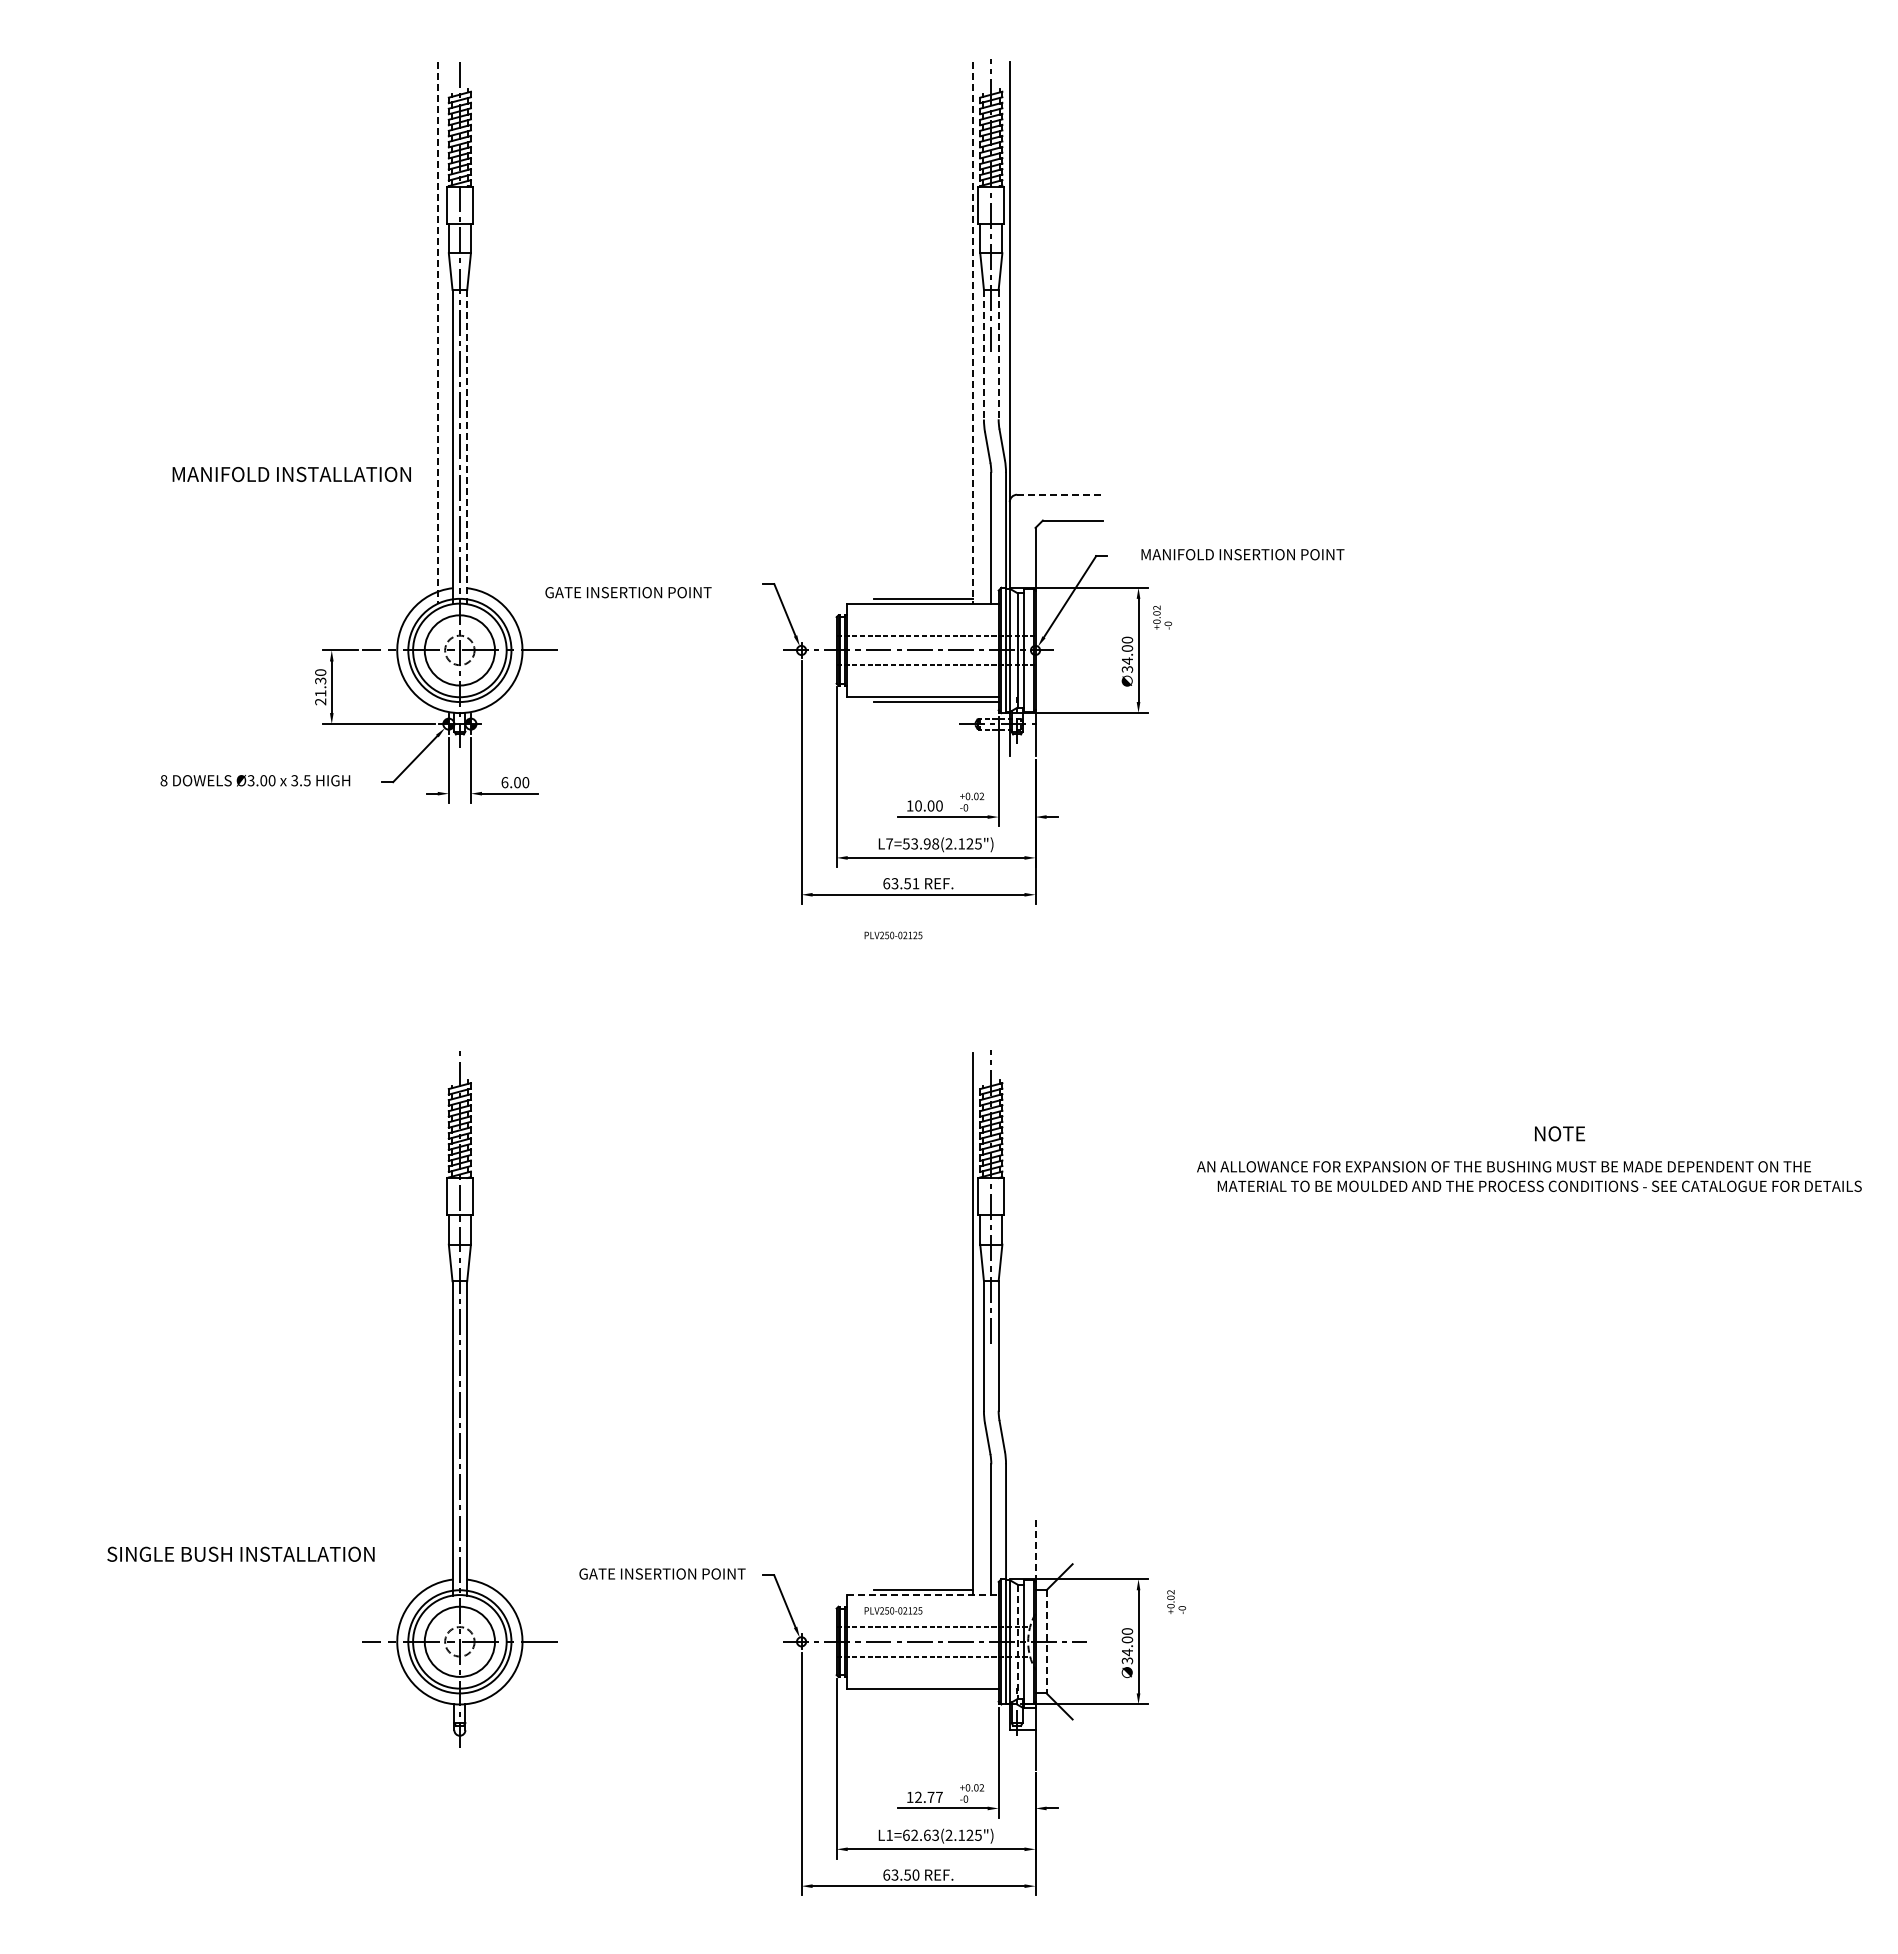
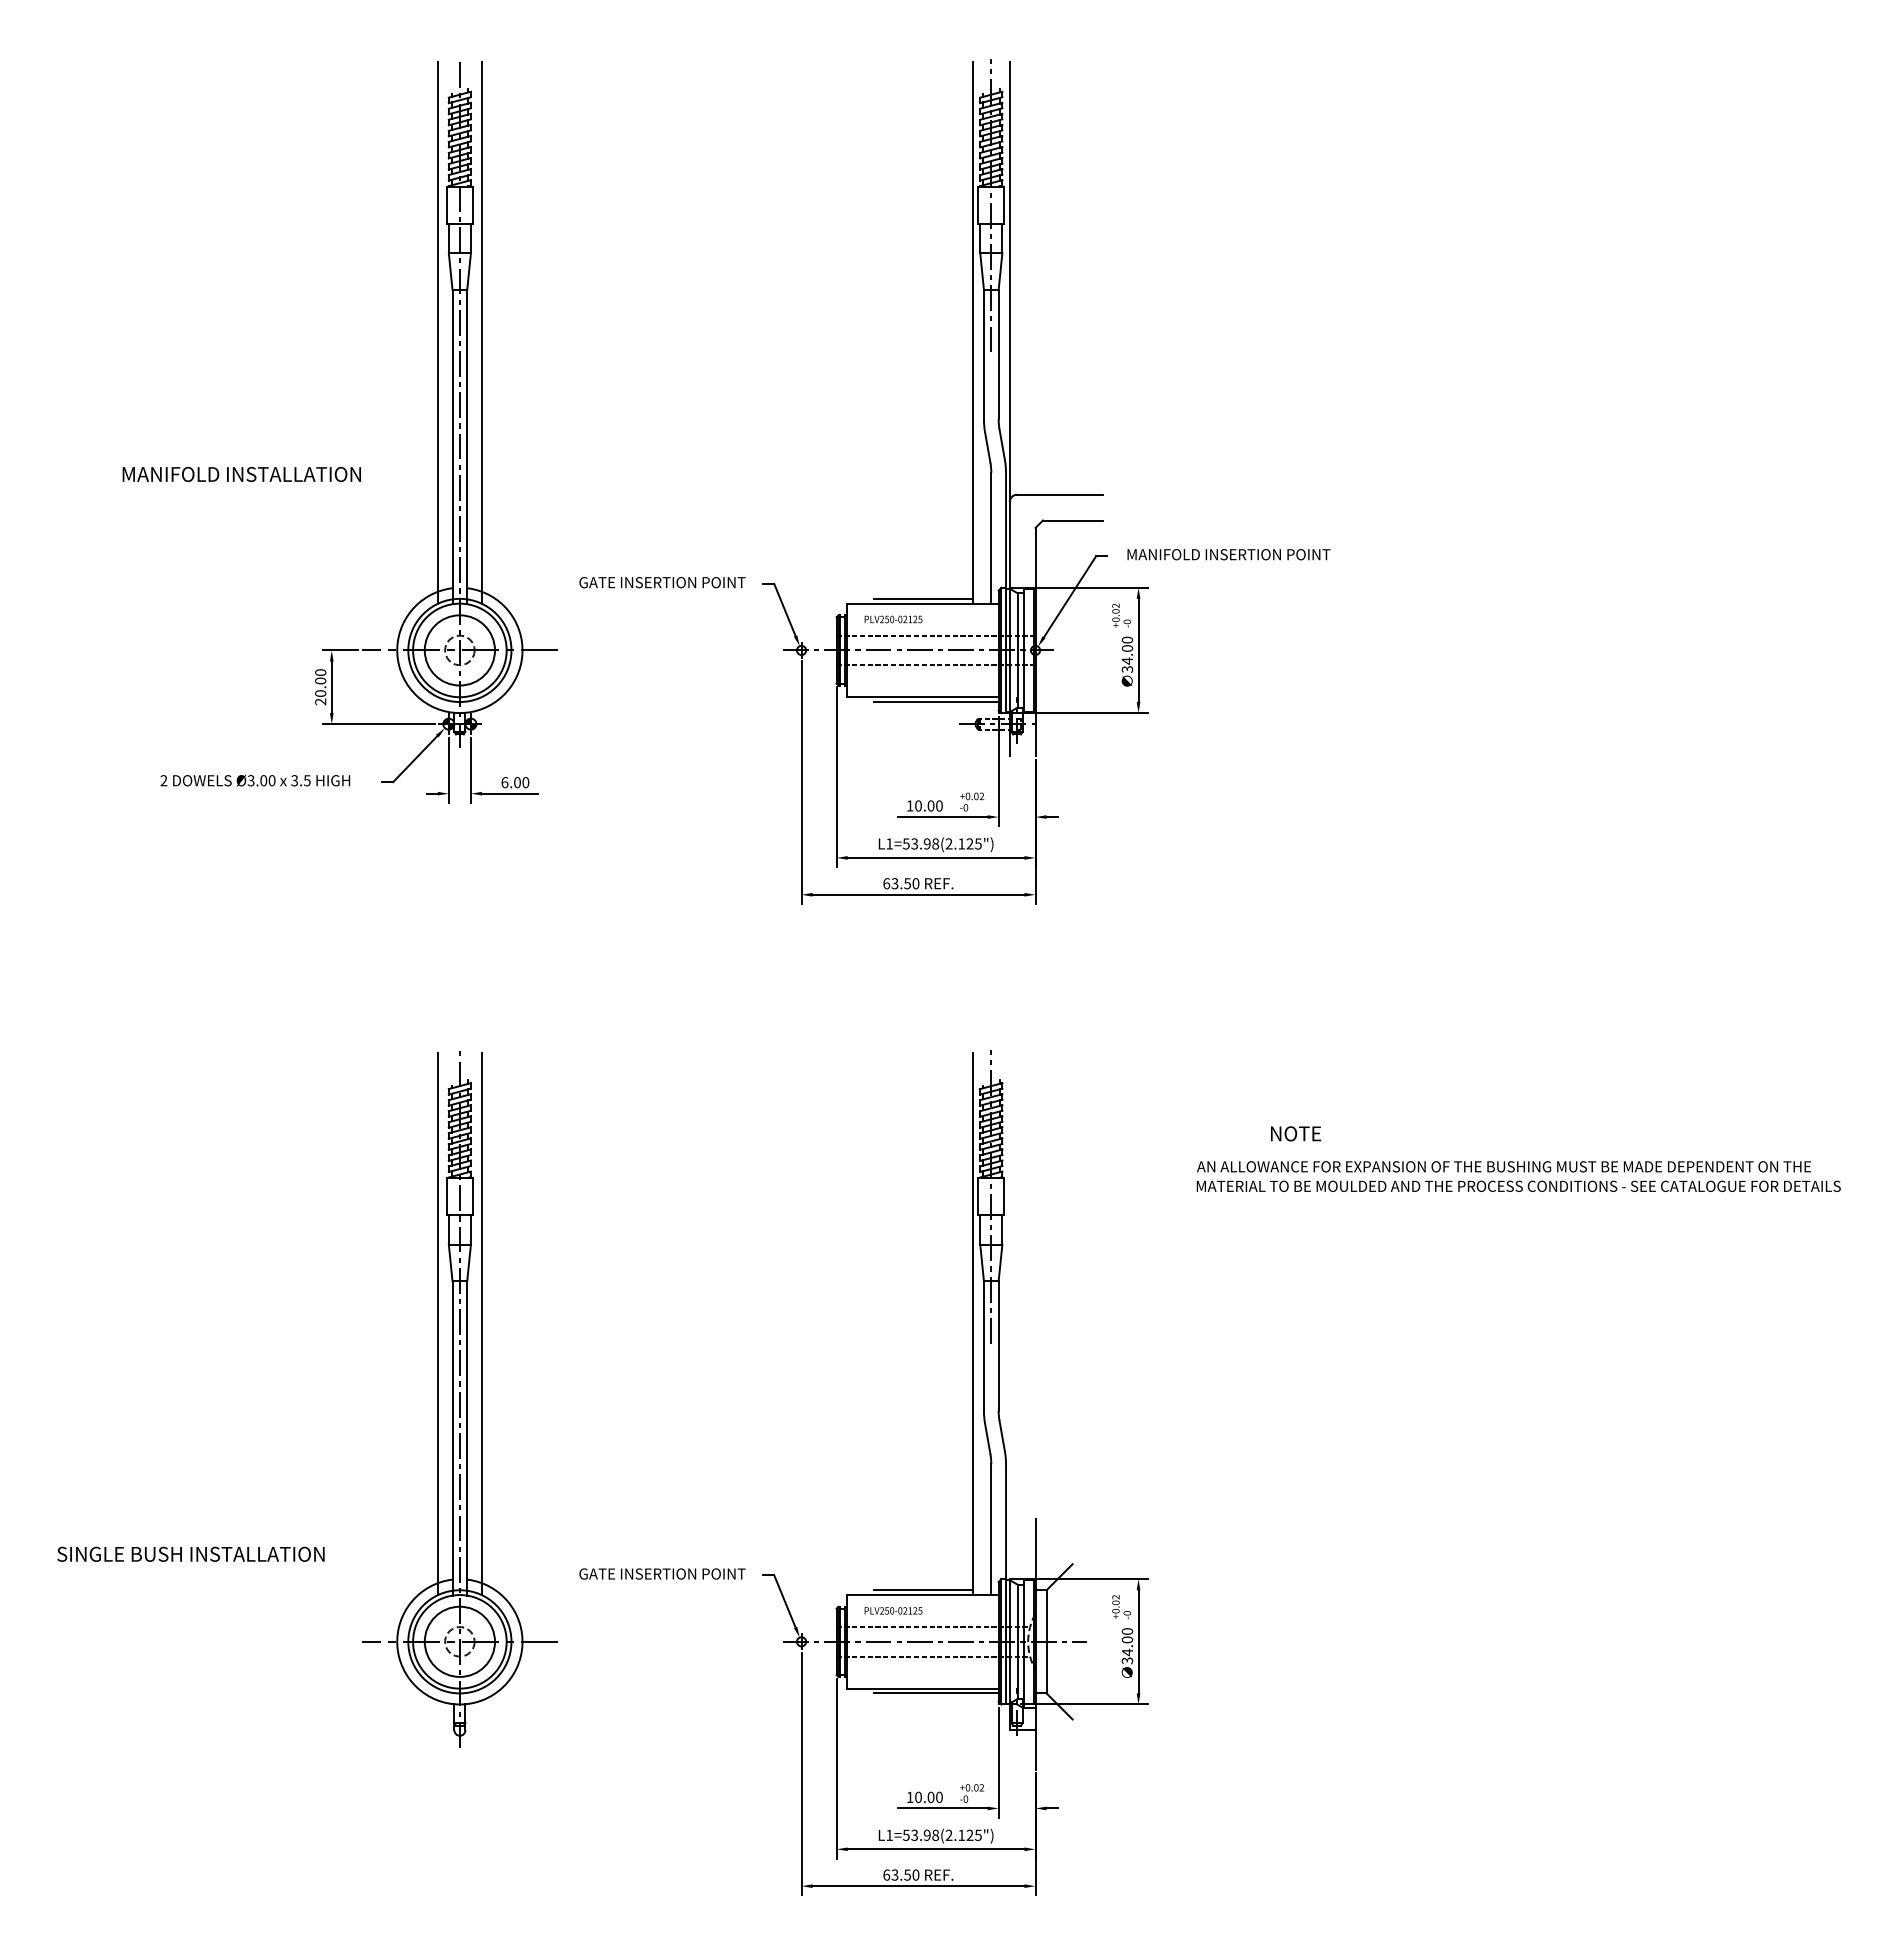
line at (437, 332): dashed -> solid
line at (482, 332): none -> present
line at (972, 332): dashed -> solid
line at (983, 354): dashed -> solid
line at (998, 354): dashed -> solid
line at (467, 447): dashed -> solid
text at (291, 474) position: (291, 474) -> (241, 474)
line at (1060, 494): dashed -> solid
text at (1242, 554) position: (1242, 554) -> (1228, 554)
text at (628, 592) position: (628, 592) -> (662, 582)
text at (1162, 617) position: (1162, 617) -> (1121, 615)
text at (320, 686): 21.30 -> 20.00
text at (163, 780): 8 -> 2
text at (889, 843): L7=53.98(2.125") -> L1=53.98(2.125")
text at (915, 883): 63.51 -> 63.50
text at (893, 935) position: (893, 935) -> (893, 619)
text at (1560, 1133) position: (1560, 1133) -> (1296, 1133)
text at (1539, 1185) position: (1539, 1185) -> (1518, 1185)
line at (437, 1324): none -> present
line at (482, 1324): none -> present
line at (1035, 1550): dashed -> solid
text at (240, 1553) position: (240, 1553) -> (190, 1553)
line at (922, 1595): dashed -> solid
text at (1176, 1601) position: (1176, 1601) -> (1121, 1606)
line at (1046, 1641): dashed -> solid
line at (1017, 1642): dashed -> solid
line at (935, 1693): none -> present
text at (928, 1797): 12.77 -> 10.00
text at (920, 1834): L1=62.63(2.125") -> L1=53.98(2.125")
